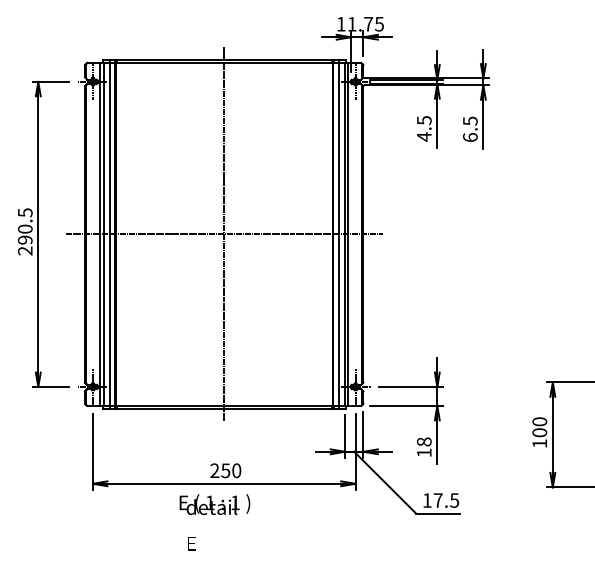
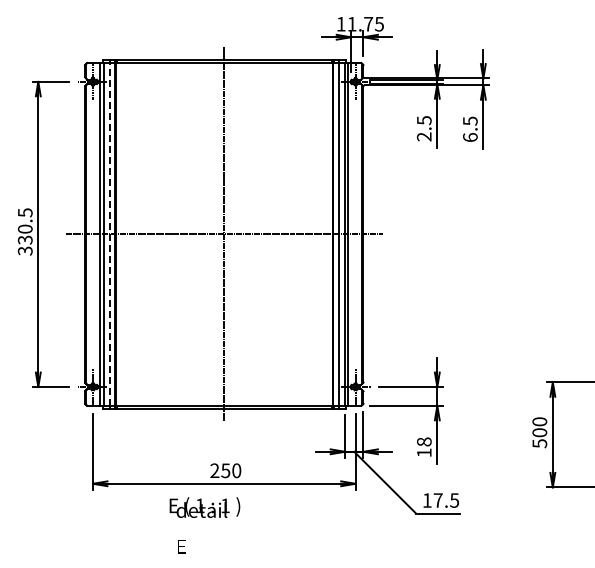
text at (423, 136): 4.5 -> 2.5
line at (109, 234): solid -> dashed
text at (25, 245): 290.5 -> 330.5
text at (539, 443): 100 -> 500
text at (214, 522) position: (214, 522) -> (204, 525)
